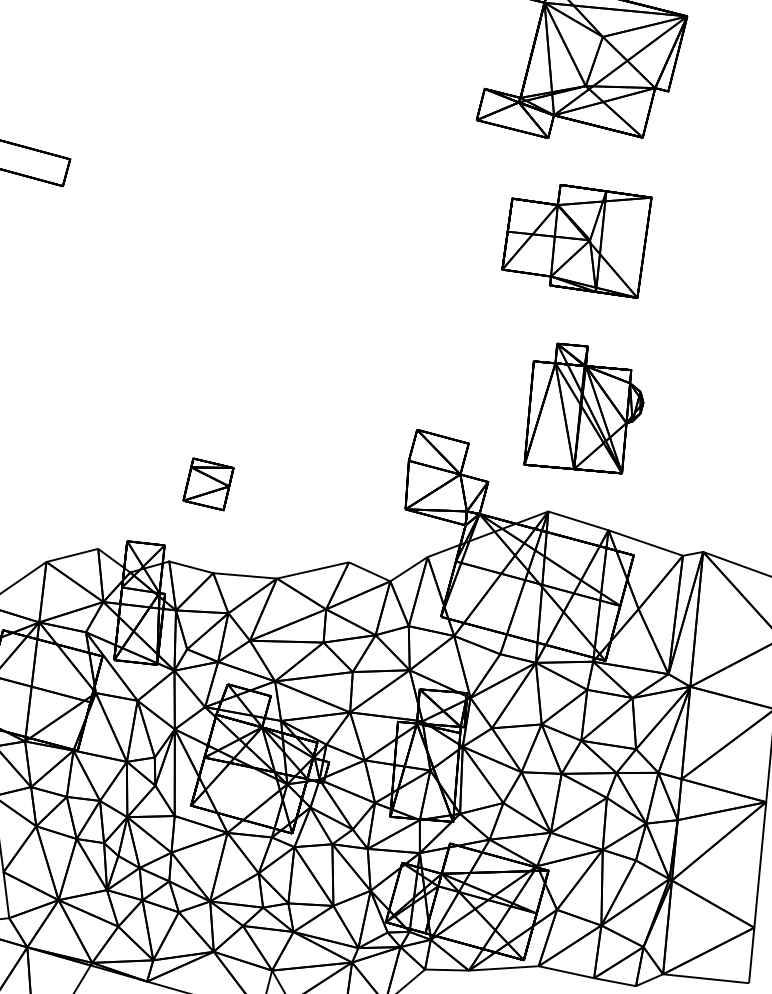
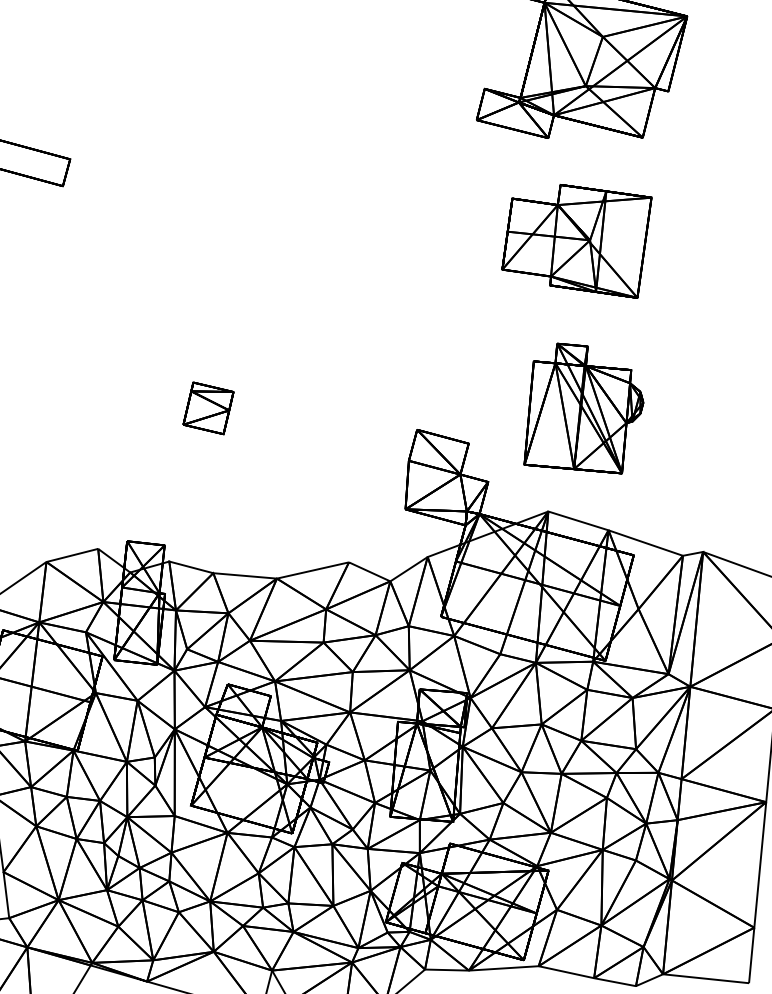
part at (208, 484) position: (208, 484) -> (208, 408)
